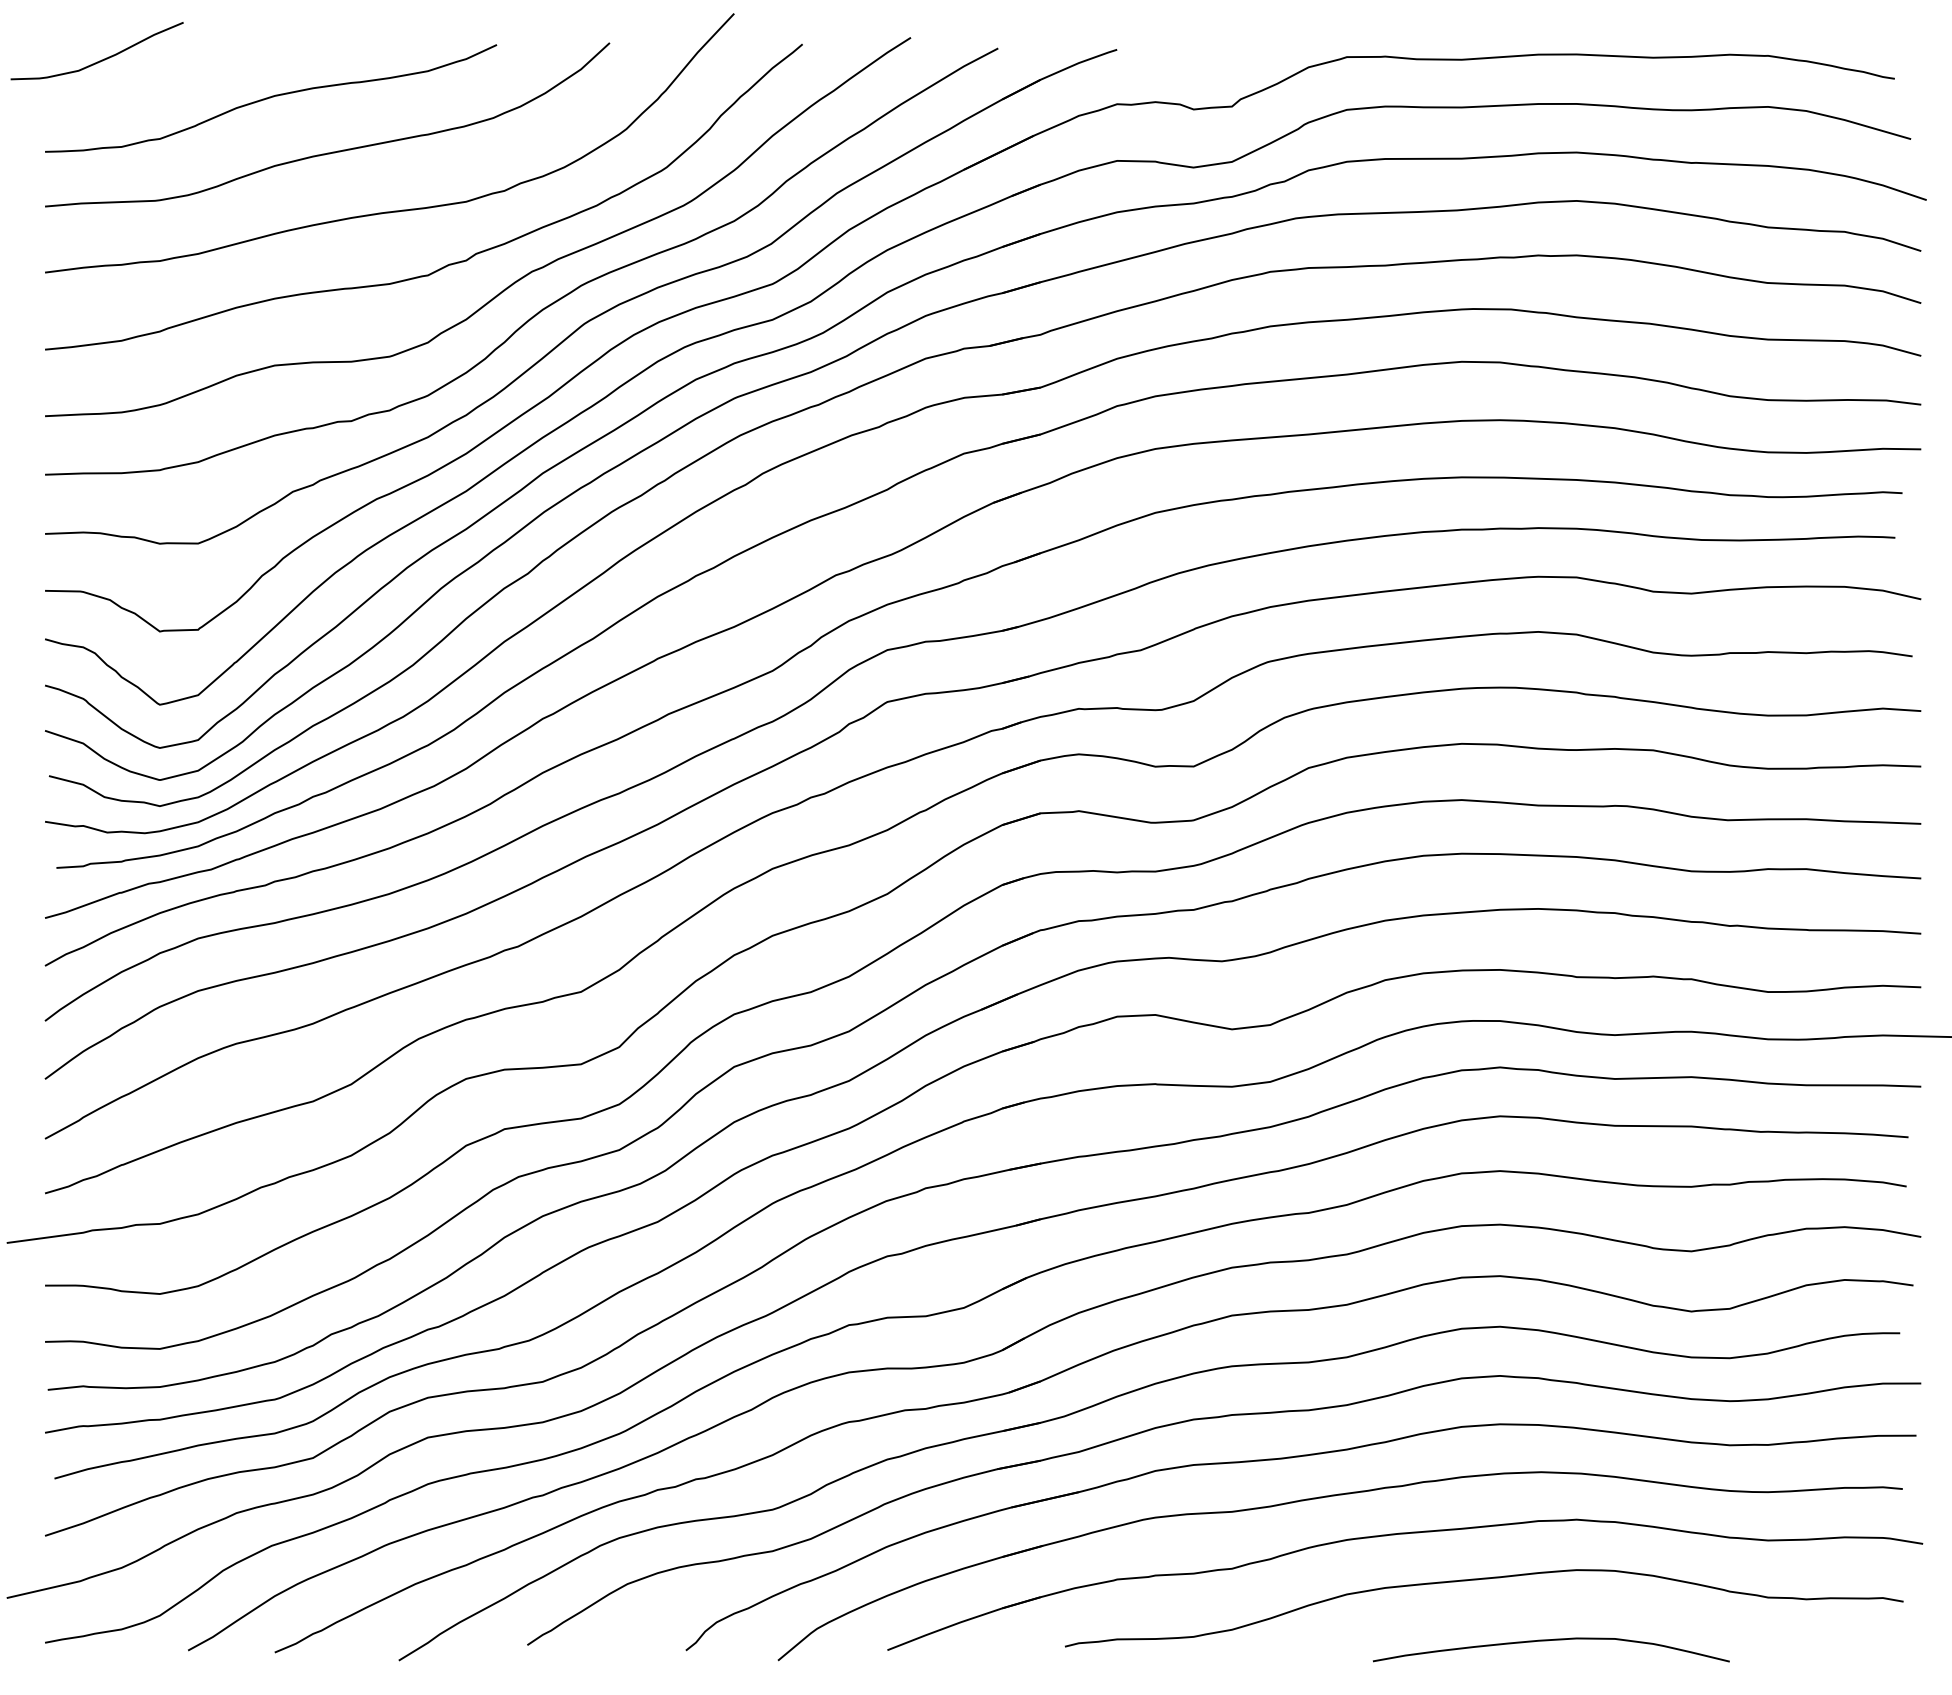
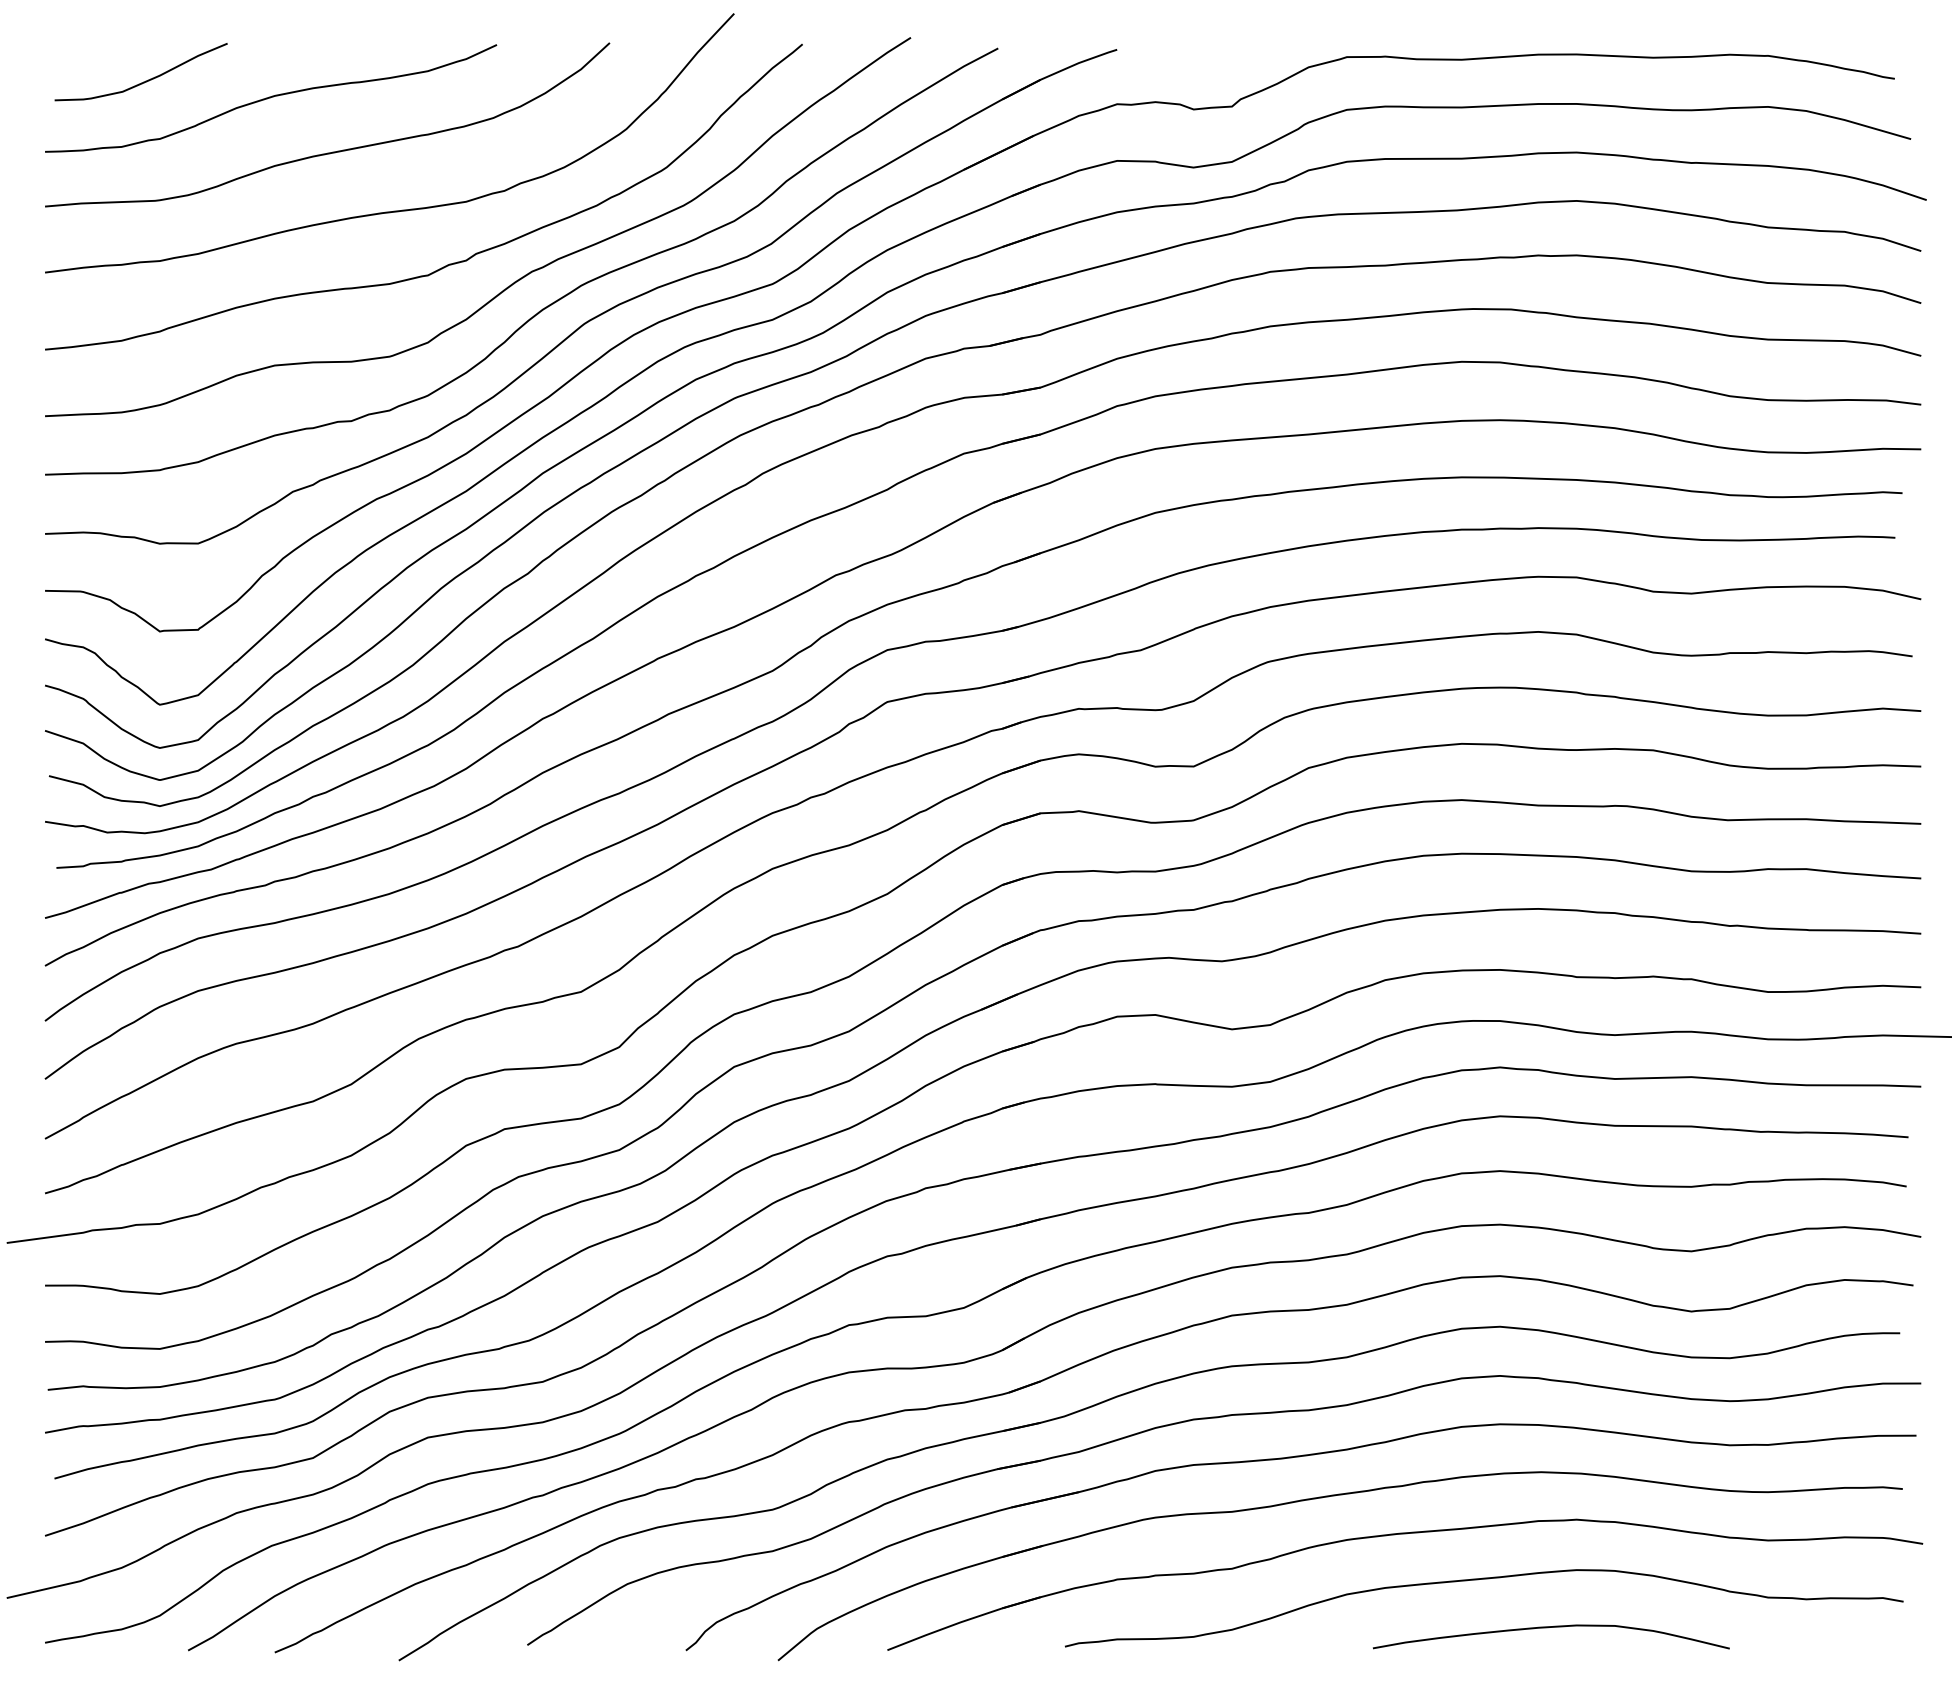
curve at (101, 59) position: (101, 59) -> (145, 80)
curve at (1548, 1641) position: (1548, 1641) -> (1548, 1628)
